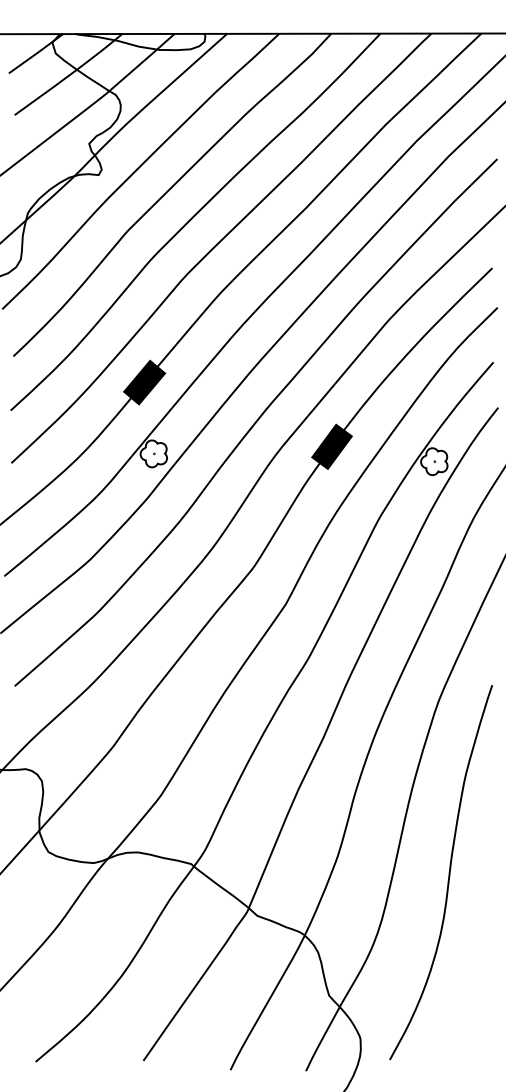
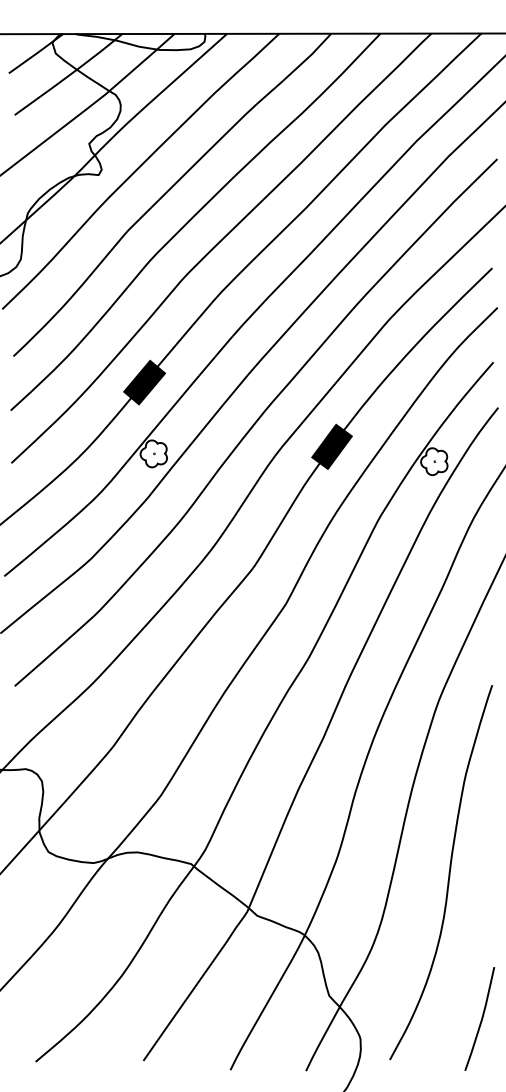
line at (481, 1018): none -> present
